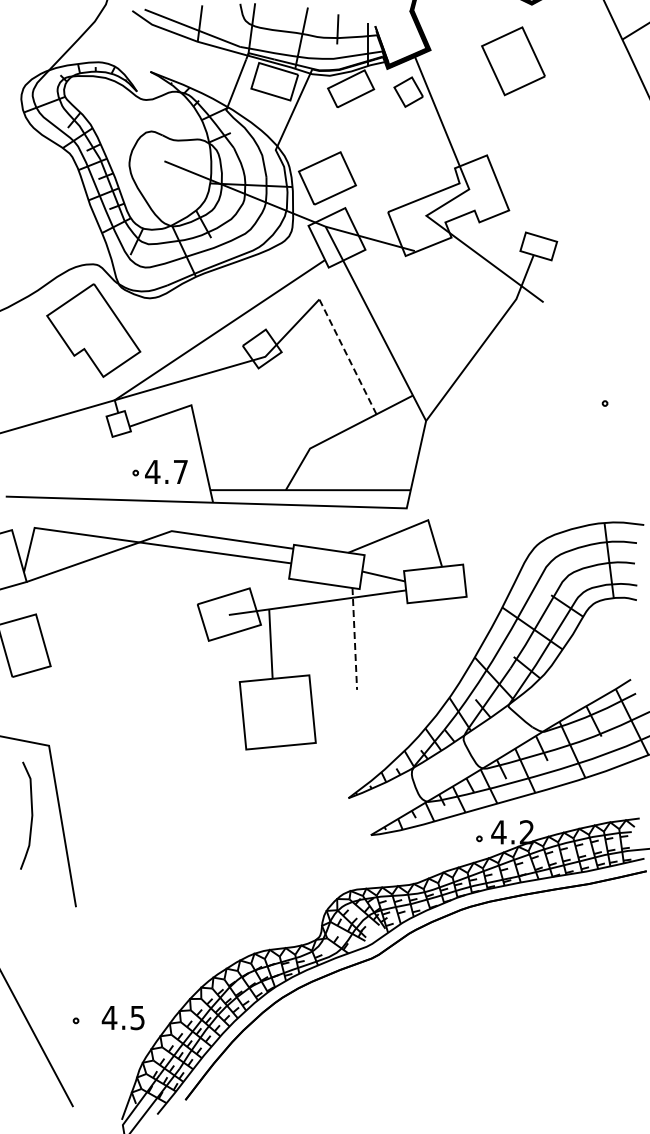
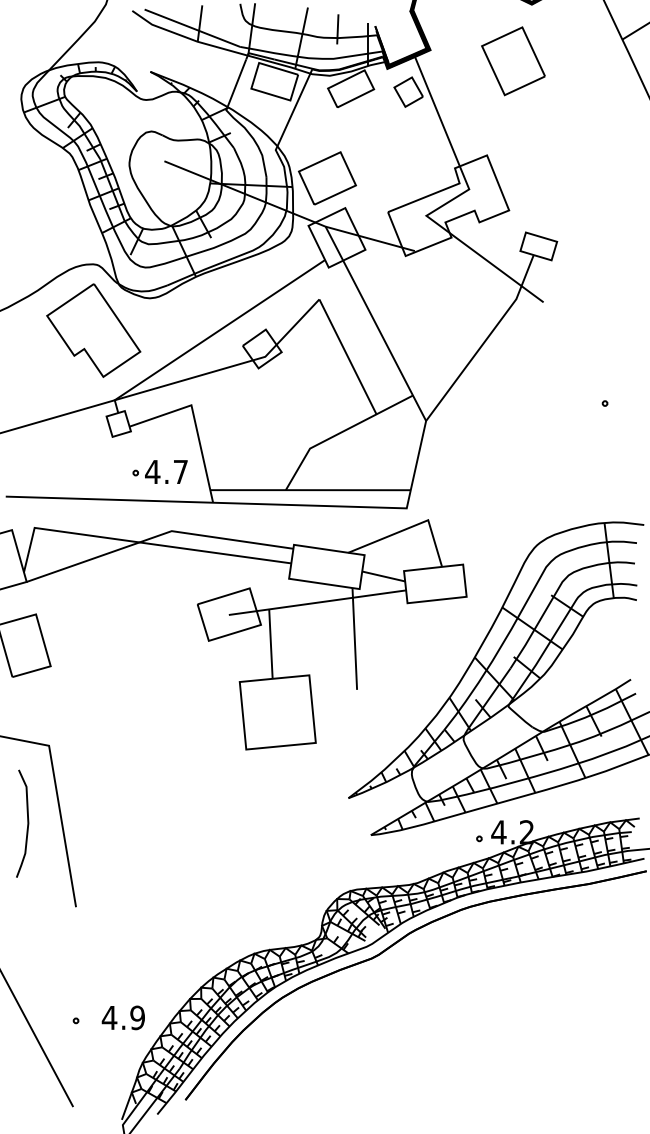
line at (347, 356): dashed -> solid
line at (354, 638): dashed -> solid
curve at (31, 815) position: (31, 815) -> (27, 823)
text at (137, 1017): 4.5 -> 4.9
